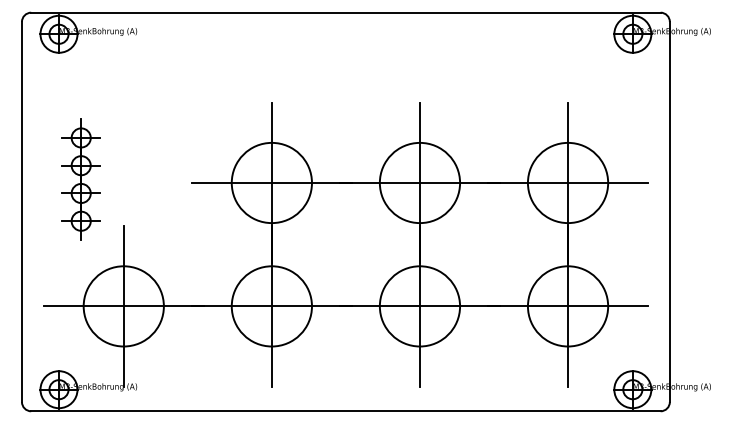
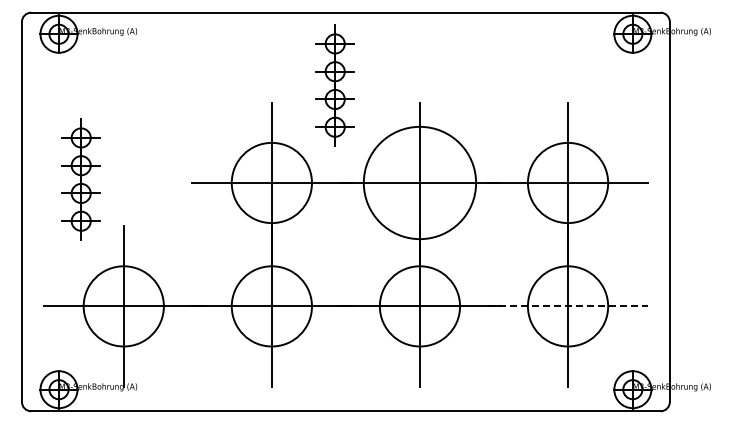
part at (334, 85): none -> present
circle at (419, 182) diameter: 80 px -> 112 px
line at (568, 306): solid -> dashed
